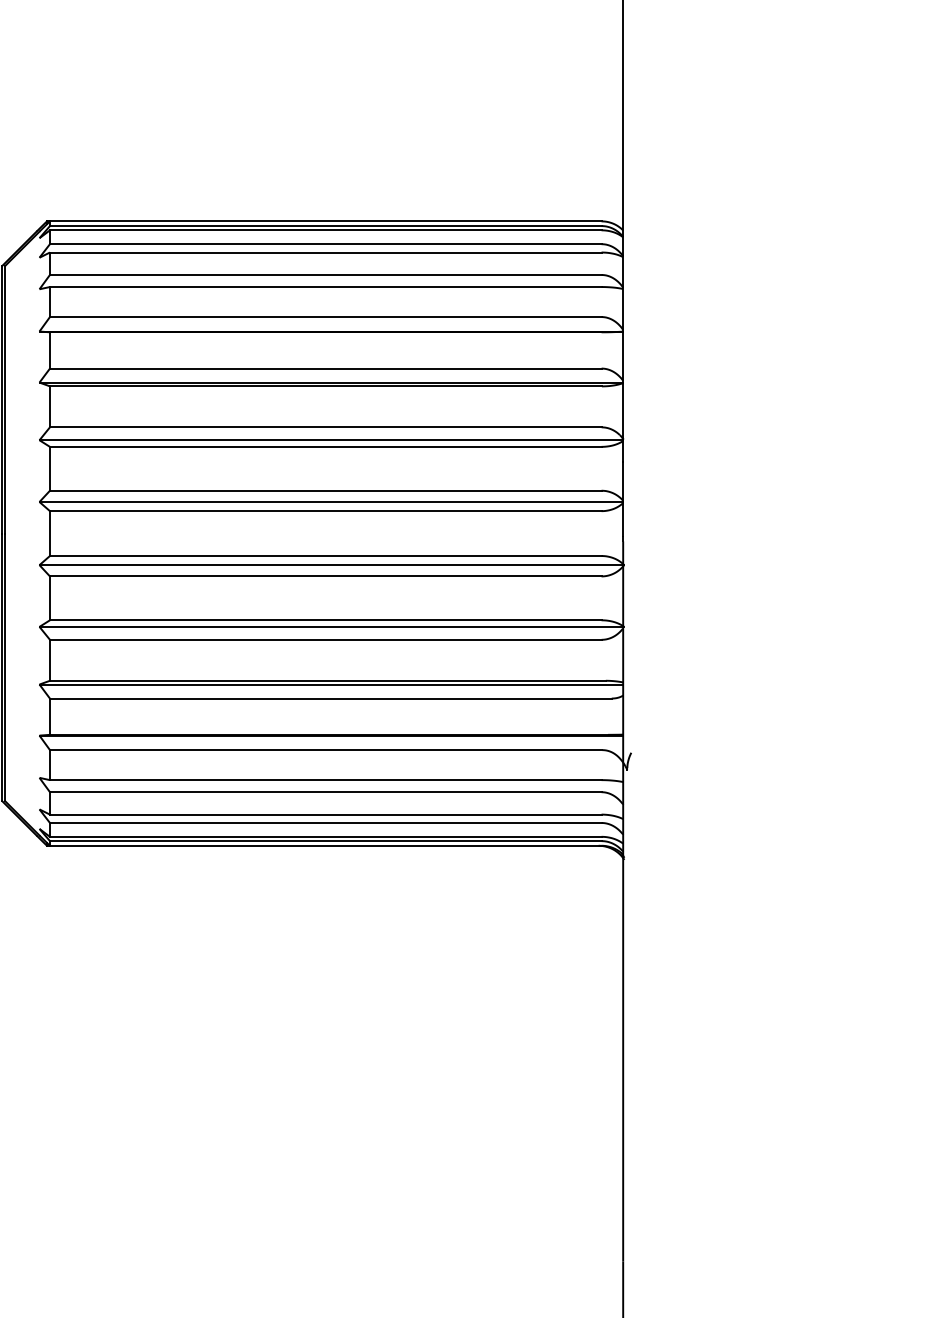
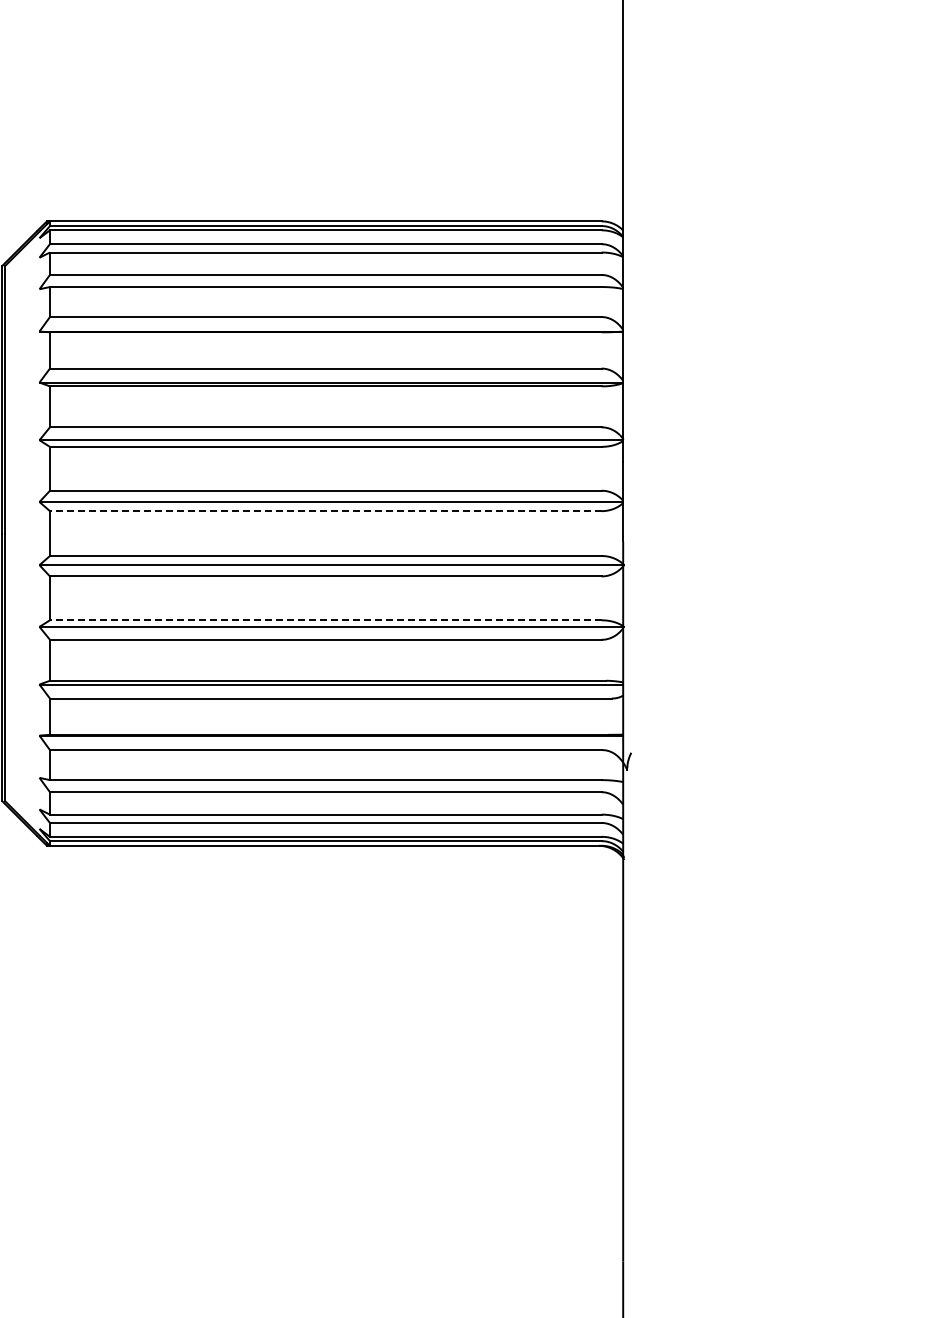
line at (325, 511): solid -> dashed
line at (325, 620): solid -> dashed
